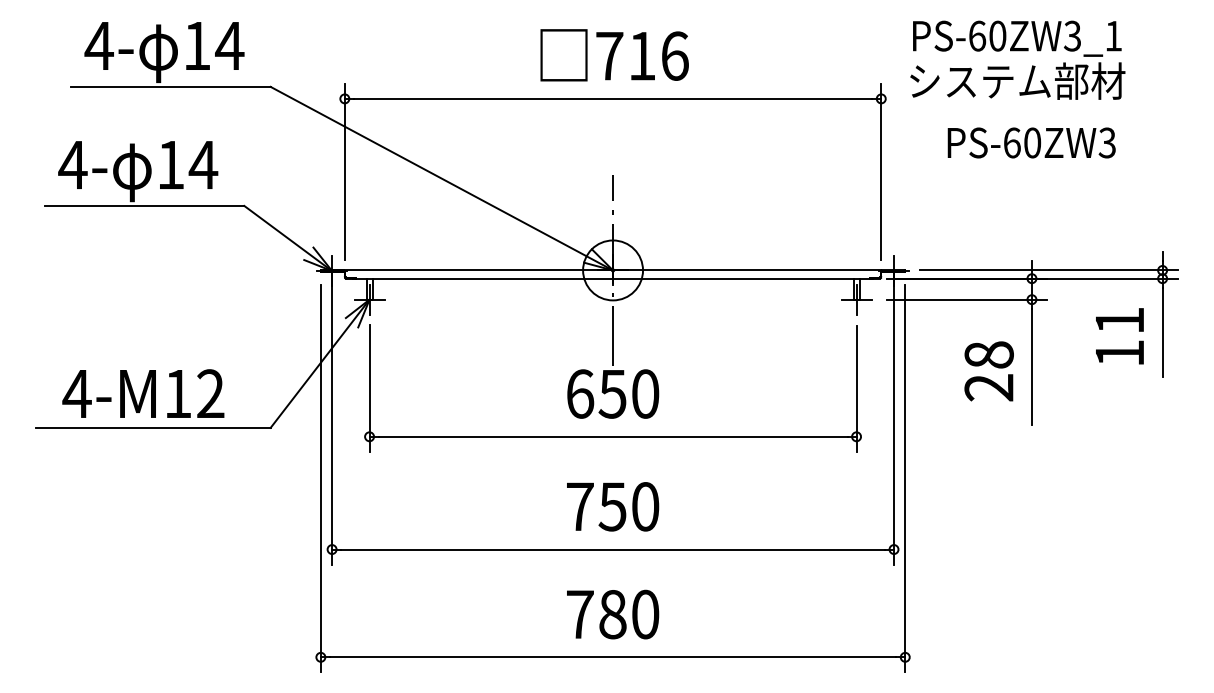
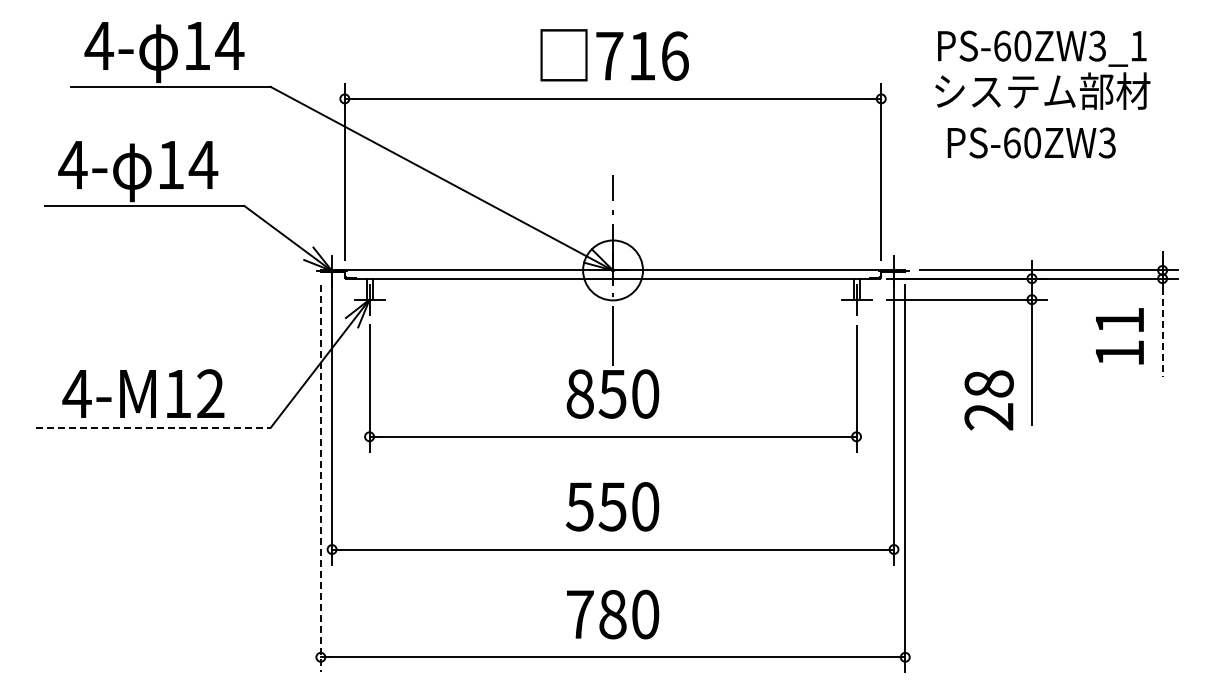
text at (1017, 59) position: (1017, 59) -> (1042, 69)
line at (1162, 332): solid -> dashed
text at (988, 371) position: (988, 371) -> (988, 400)
text at (580, 393): 650 -> 850
line at (154, 427): solid -> dashed
line at (320, 479): solid -> dashed
text at (579, 506): 750 -> 550
